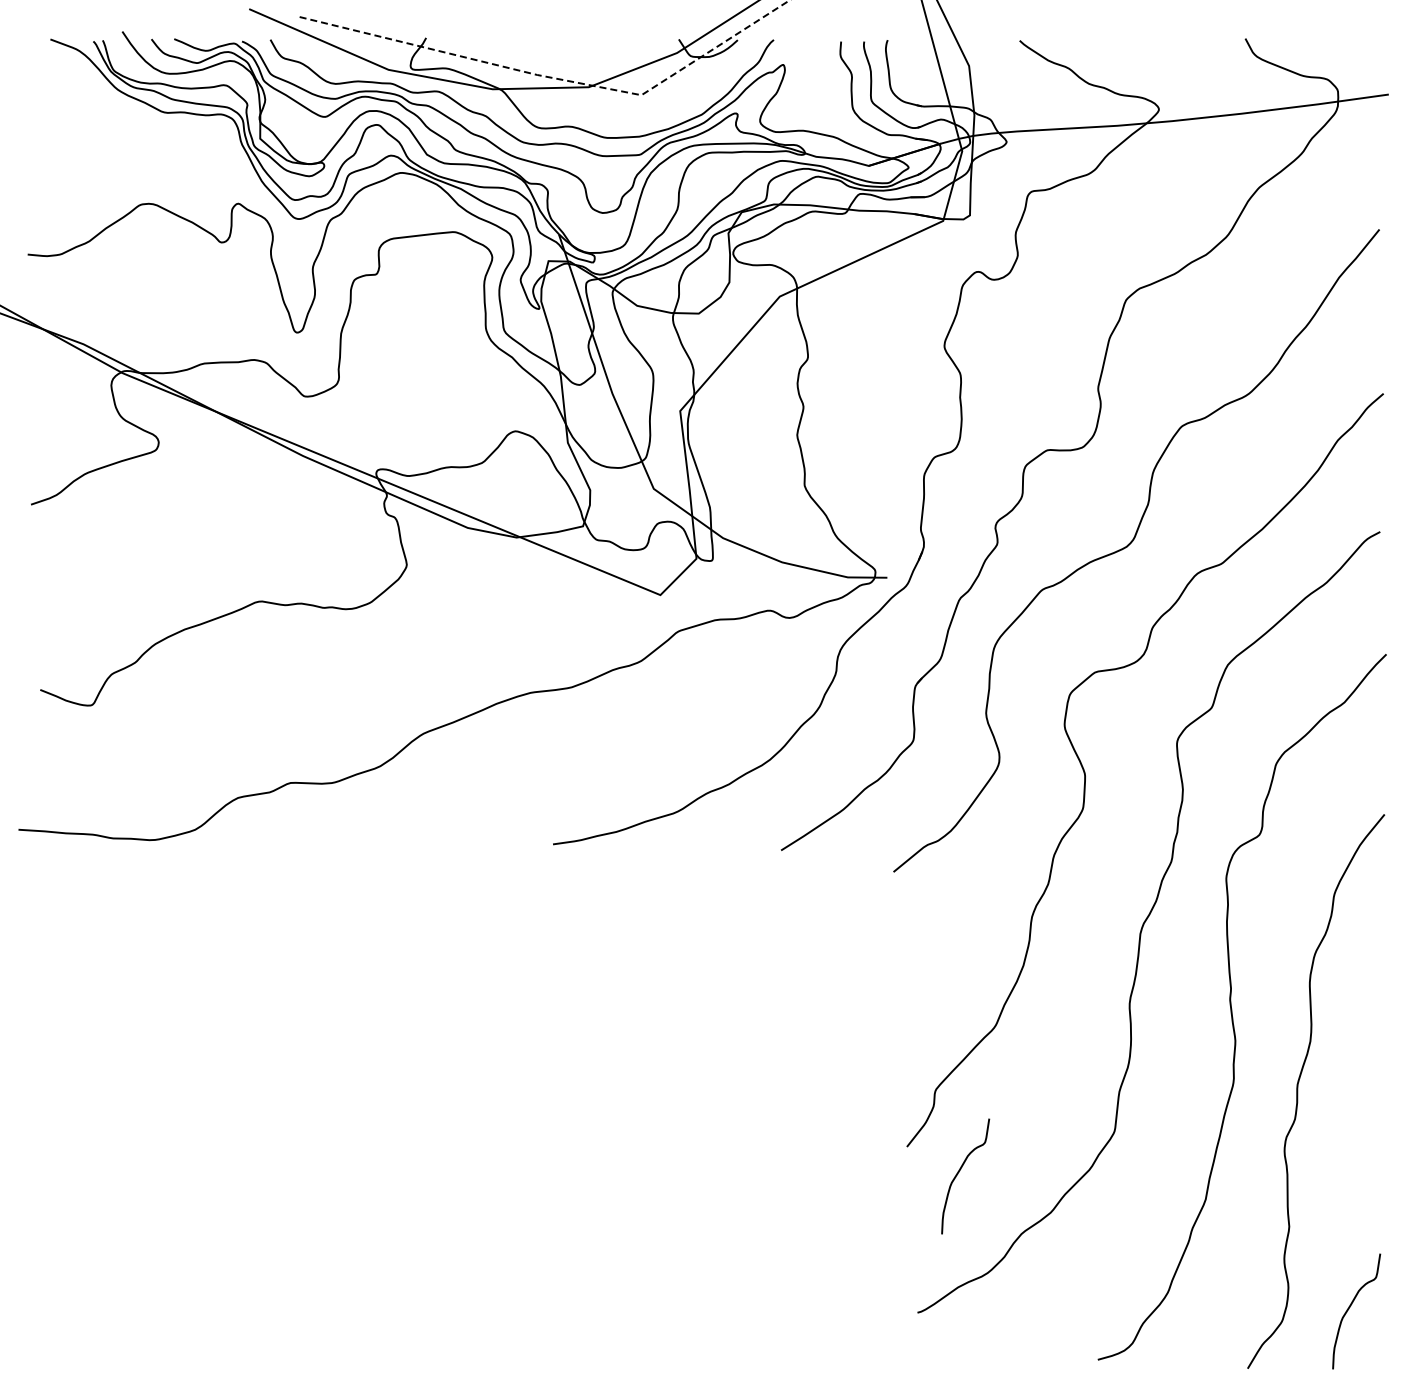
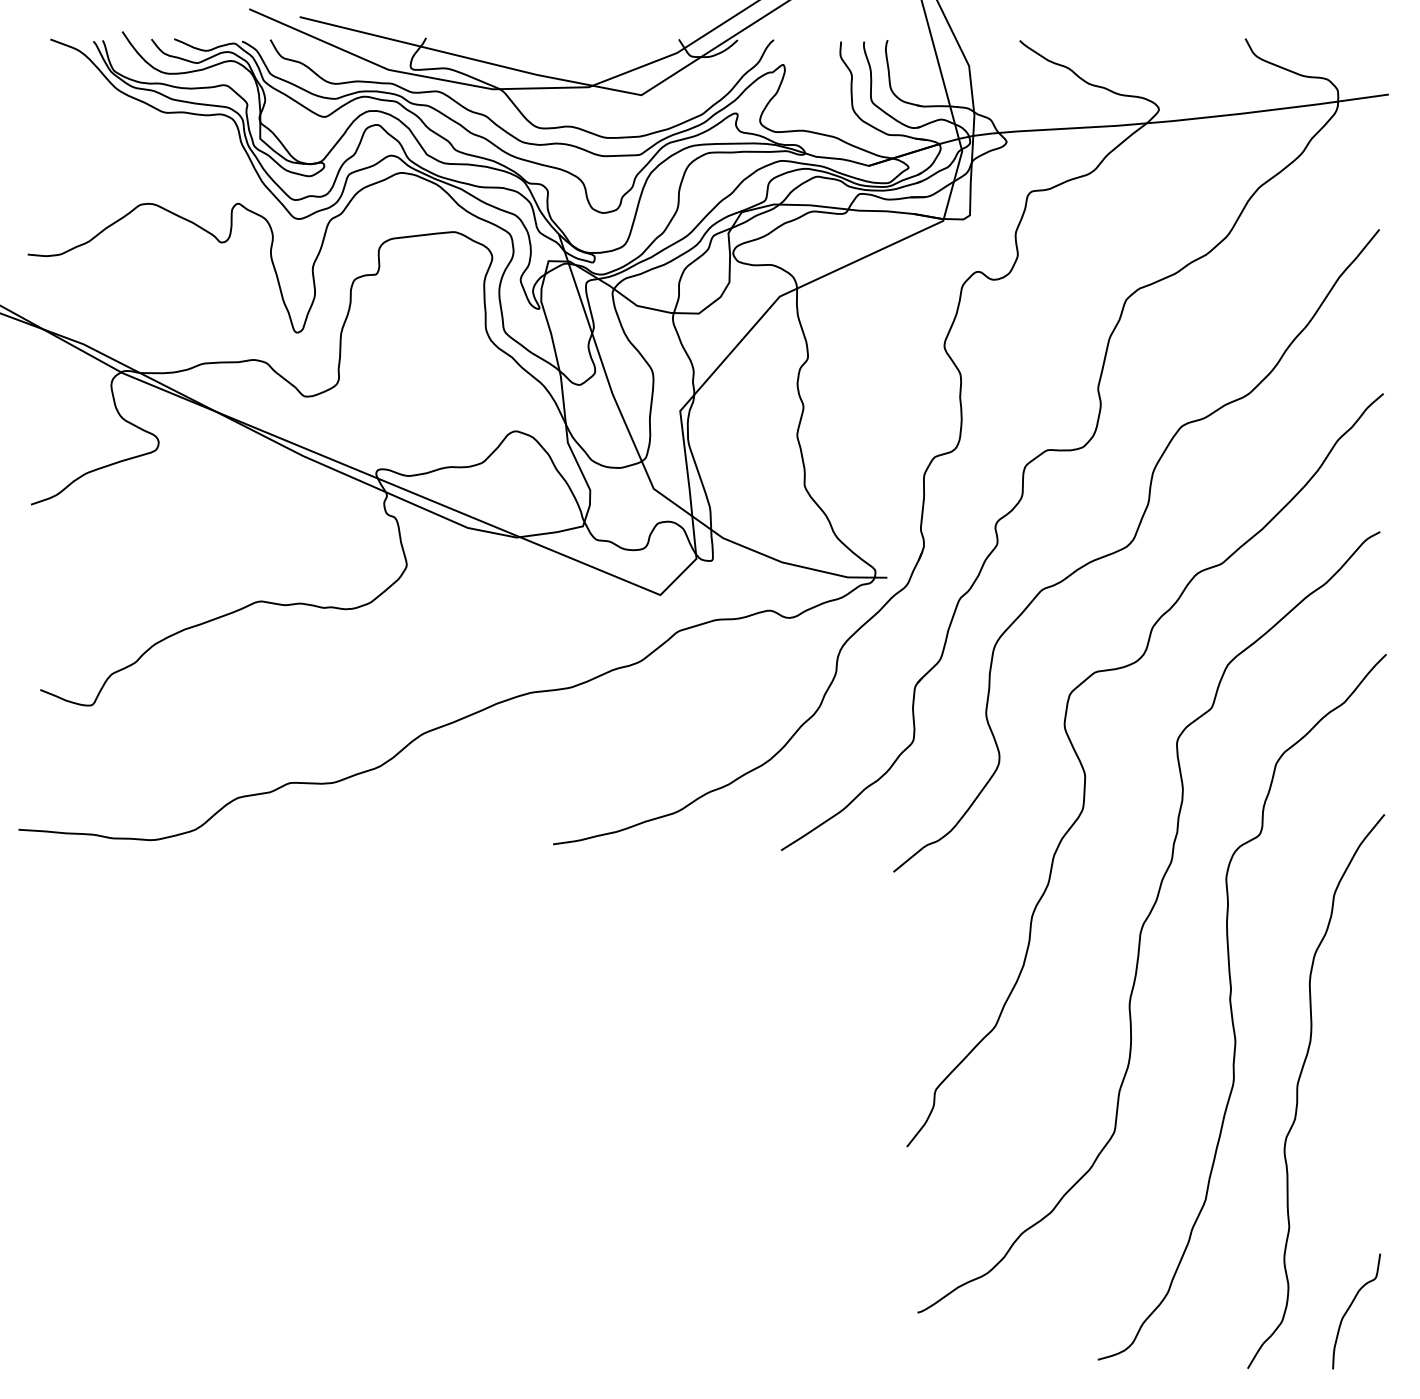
line at (555, 78): dashed -> solid
curve at (959, 1172): present -> none
